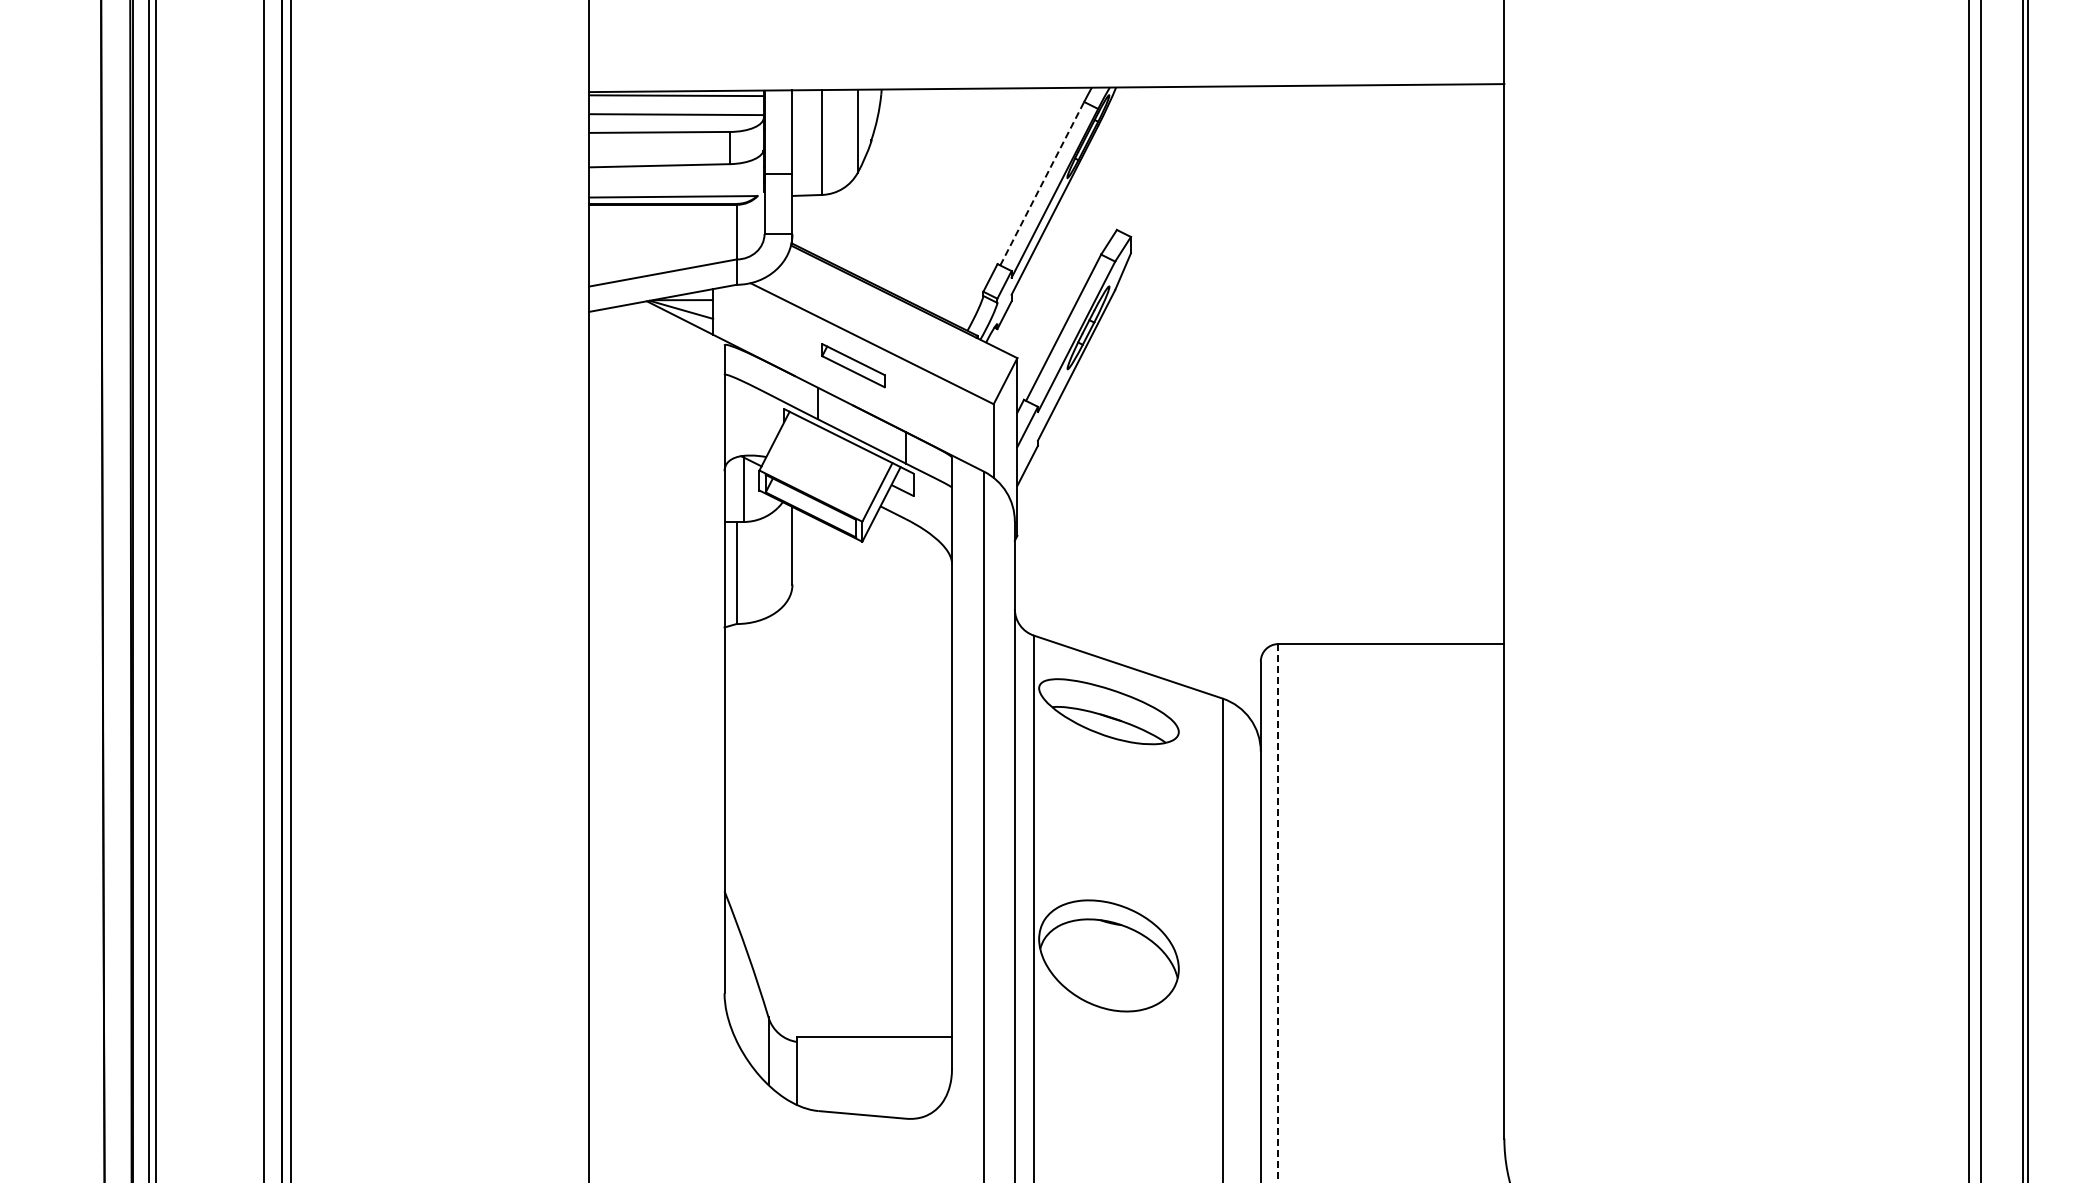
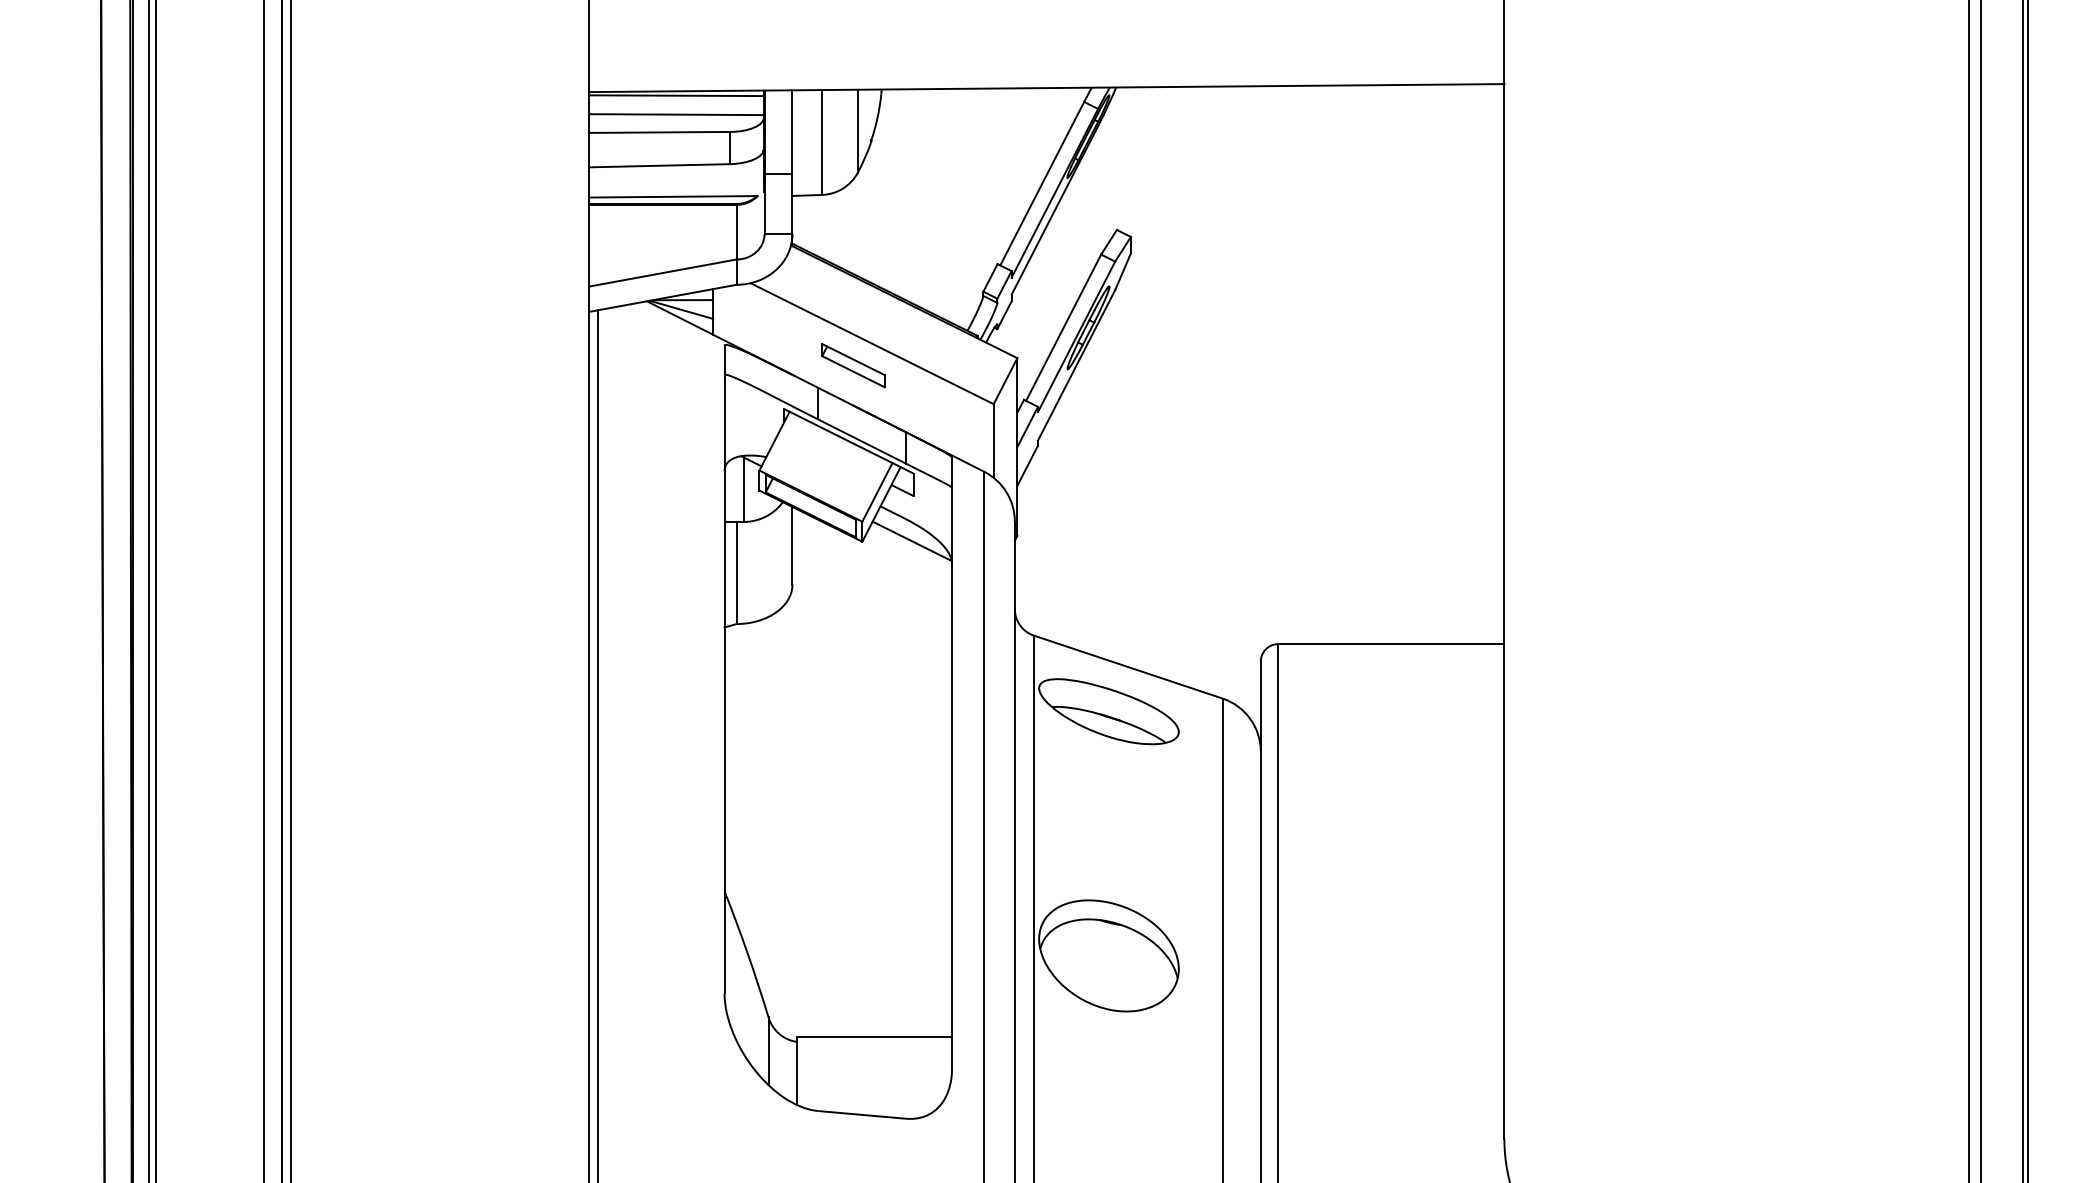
line at (1042, 183): dashed -> solid
line at (911, 541): none -> present
line at (598, 744): none -> present
line at (1278, 913): dashed -> solid
